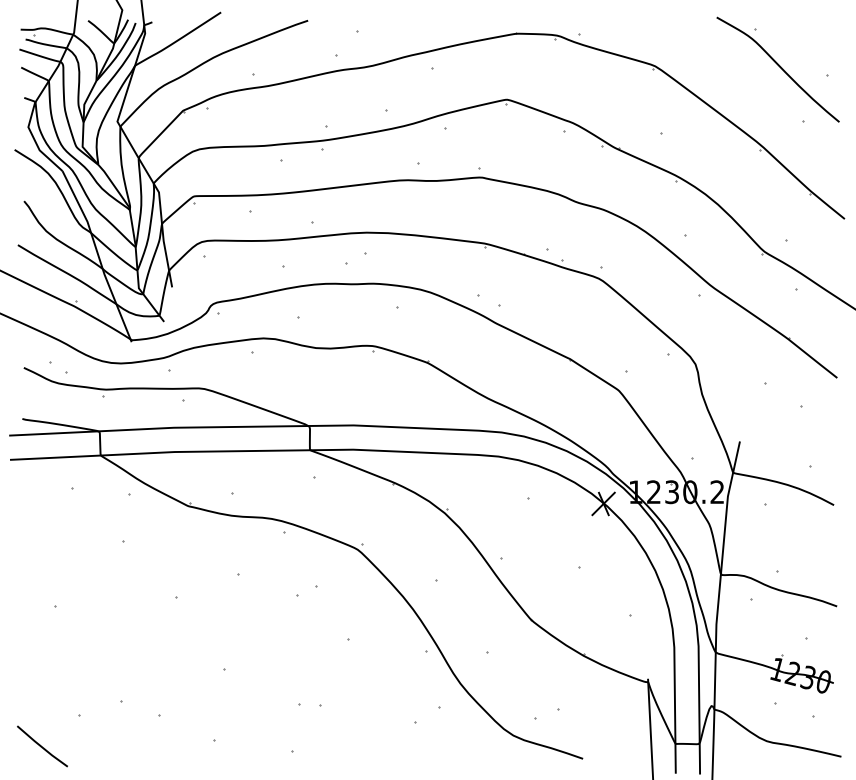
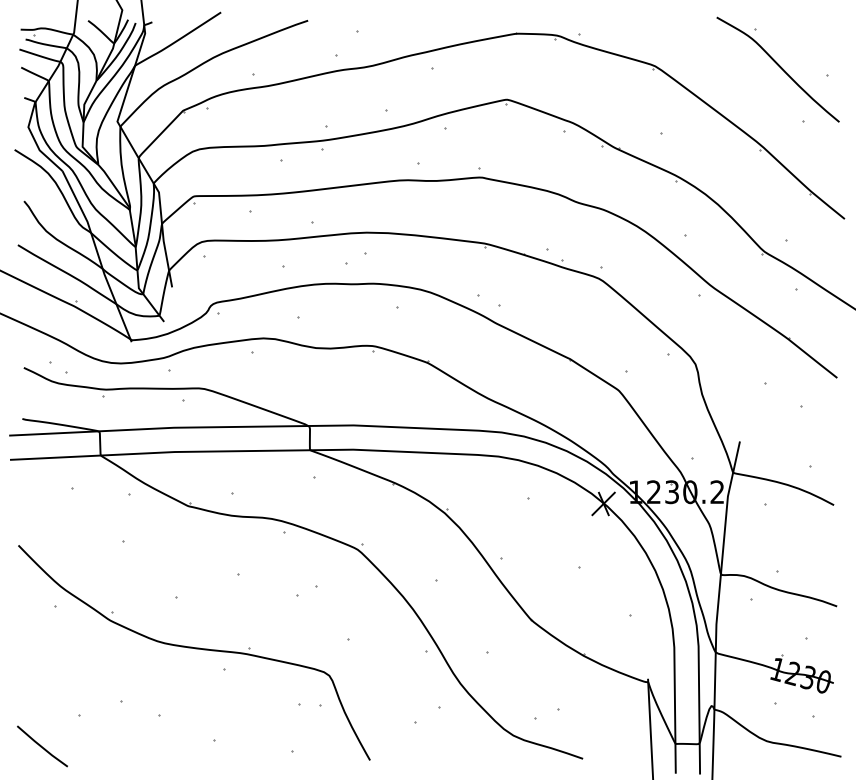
part at (194, 652): none -> present
